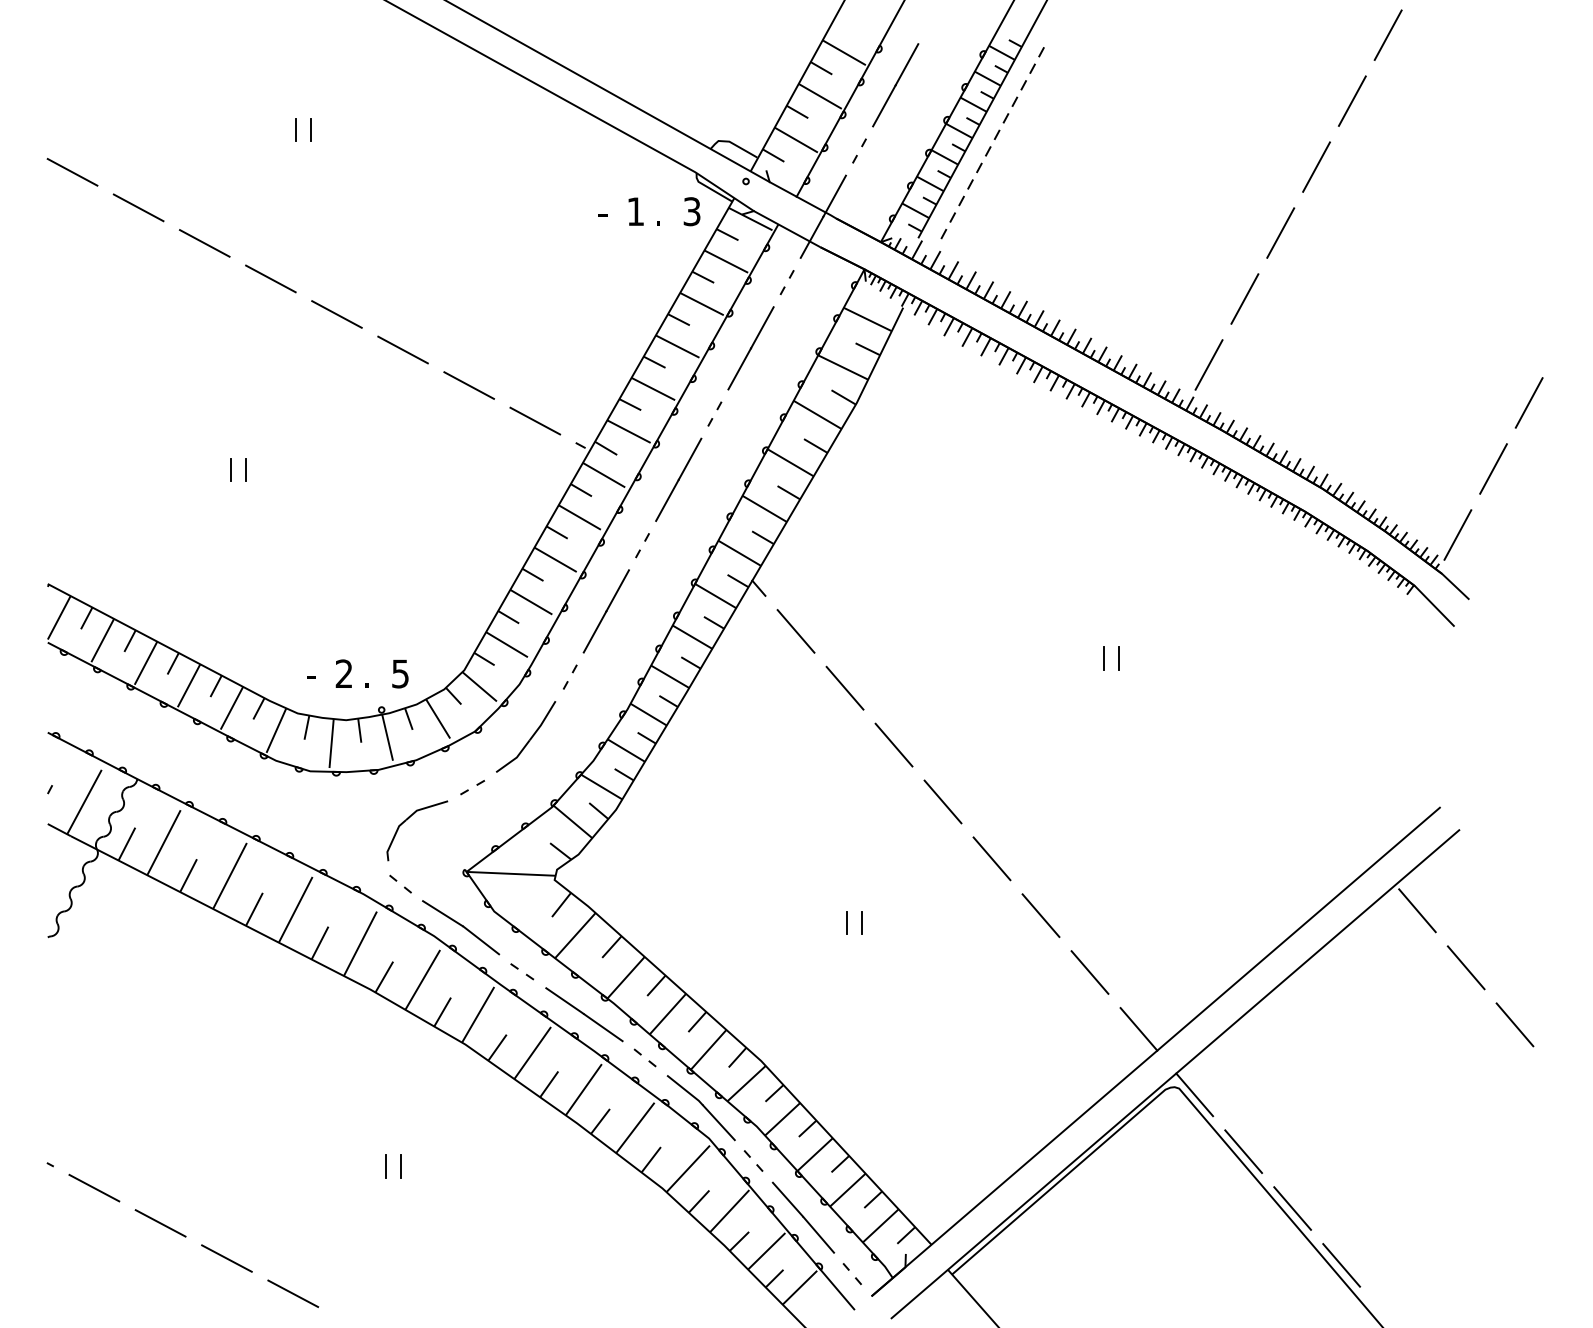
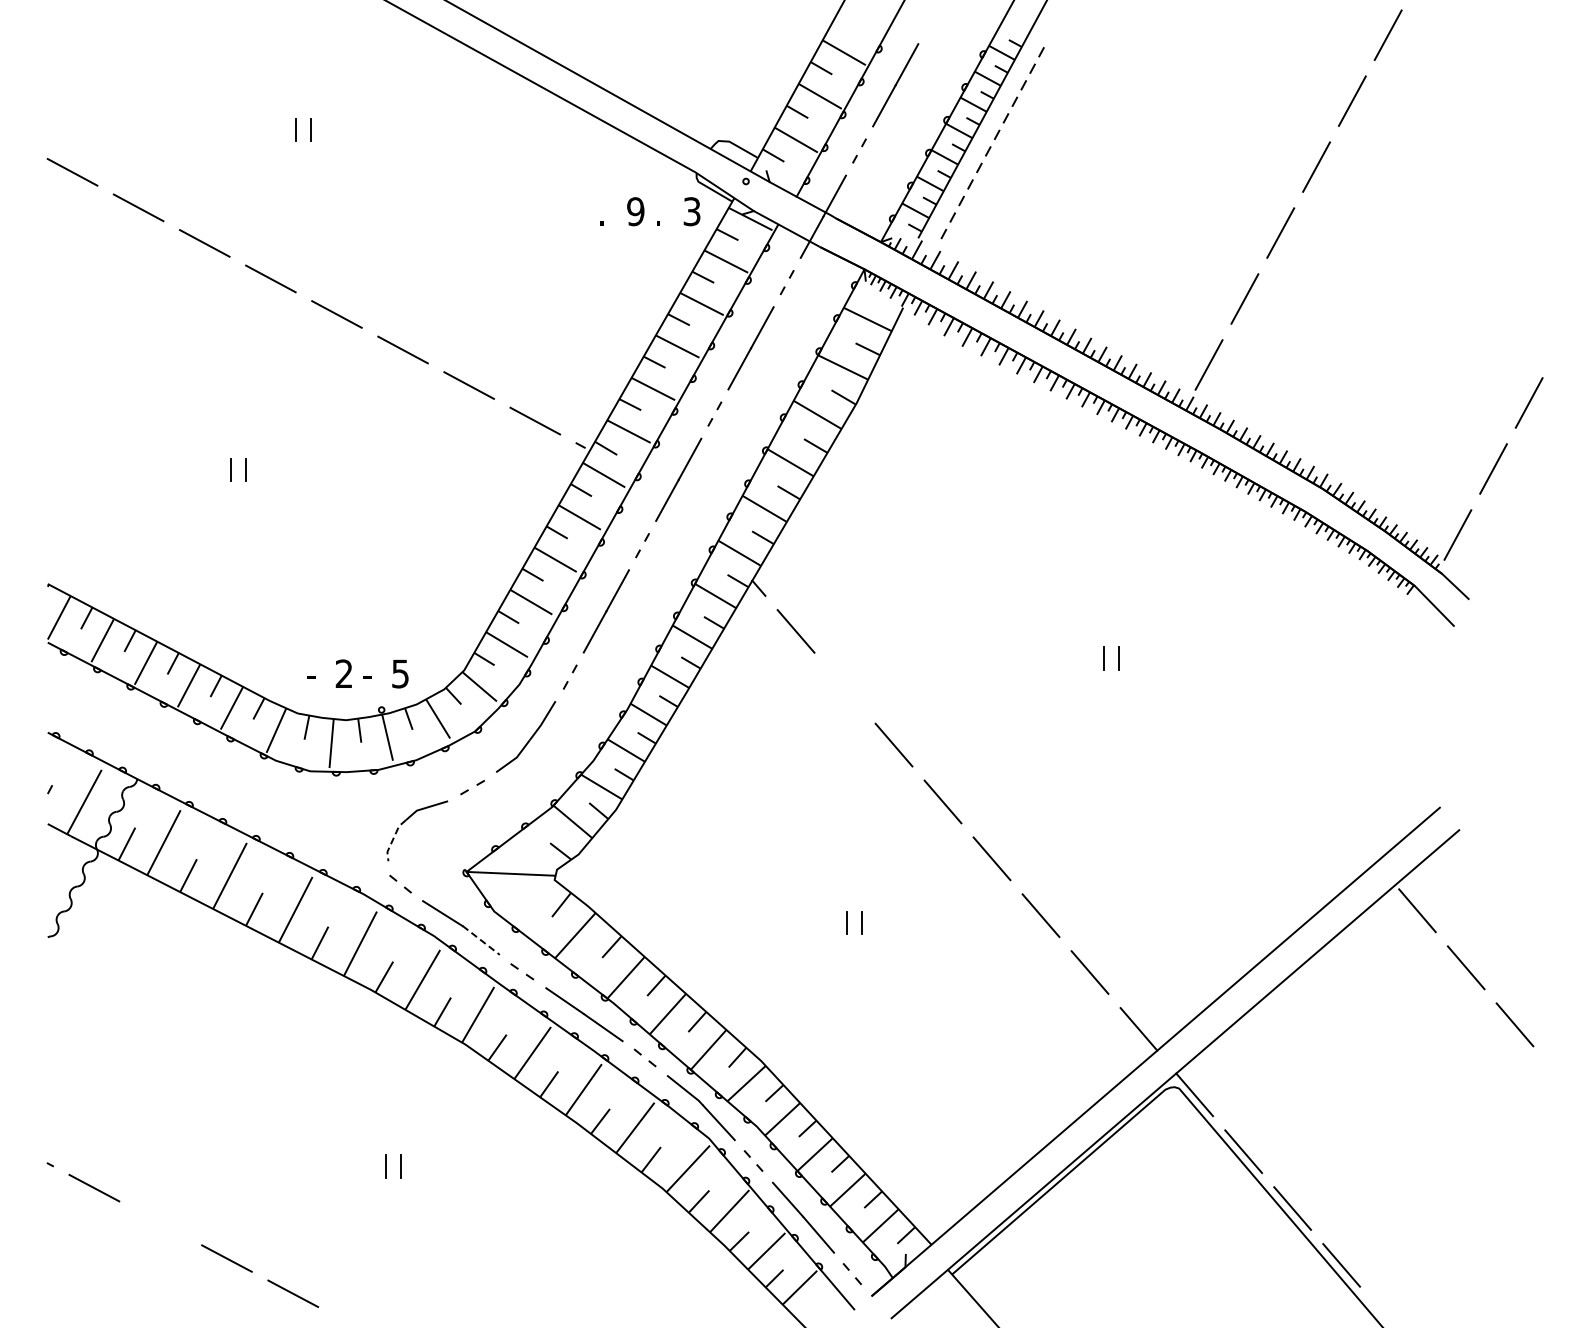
text at (635, 211): 1 -> 9
text at (602, 219): - -> .
text at (367, 681): . -> -
line at (844, 687): present -> none
line at (393, 839): solid -> dashed
line at (480, 940): solid -> dashed
line at (160, 1223): present -> none
